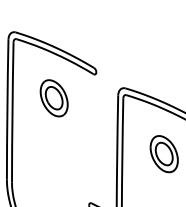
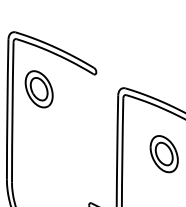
part at (53, 98) position: (53, 98) -> (38, 89)
